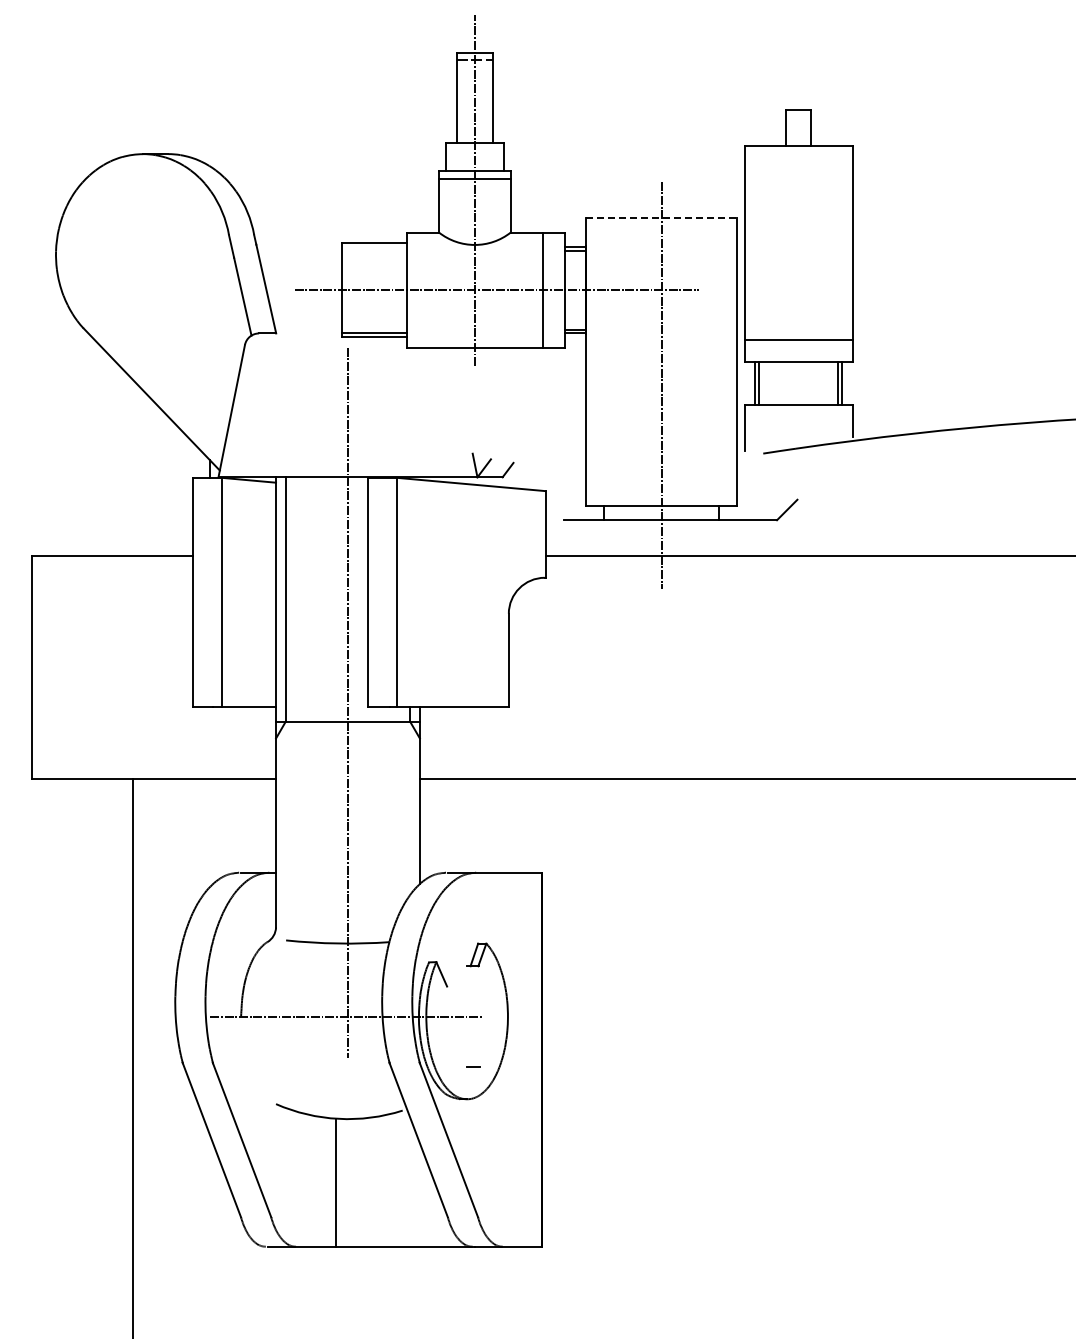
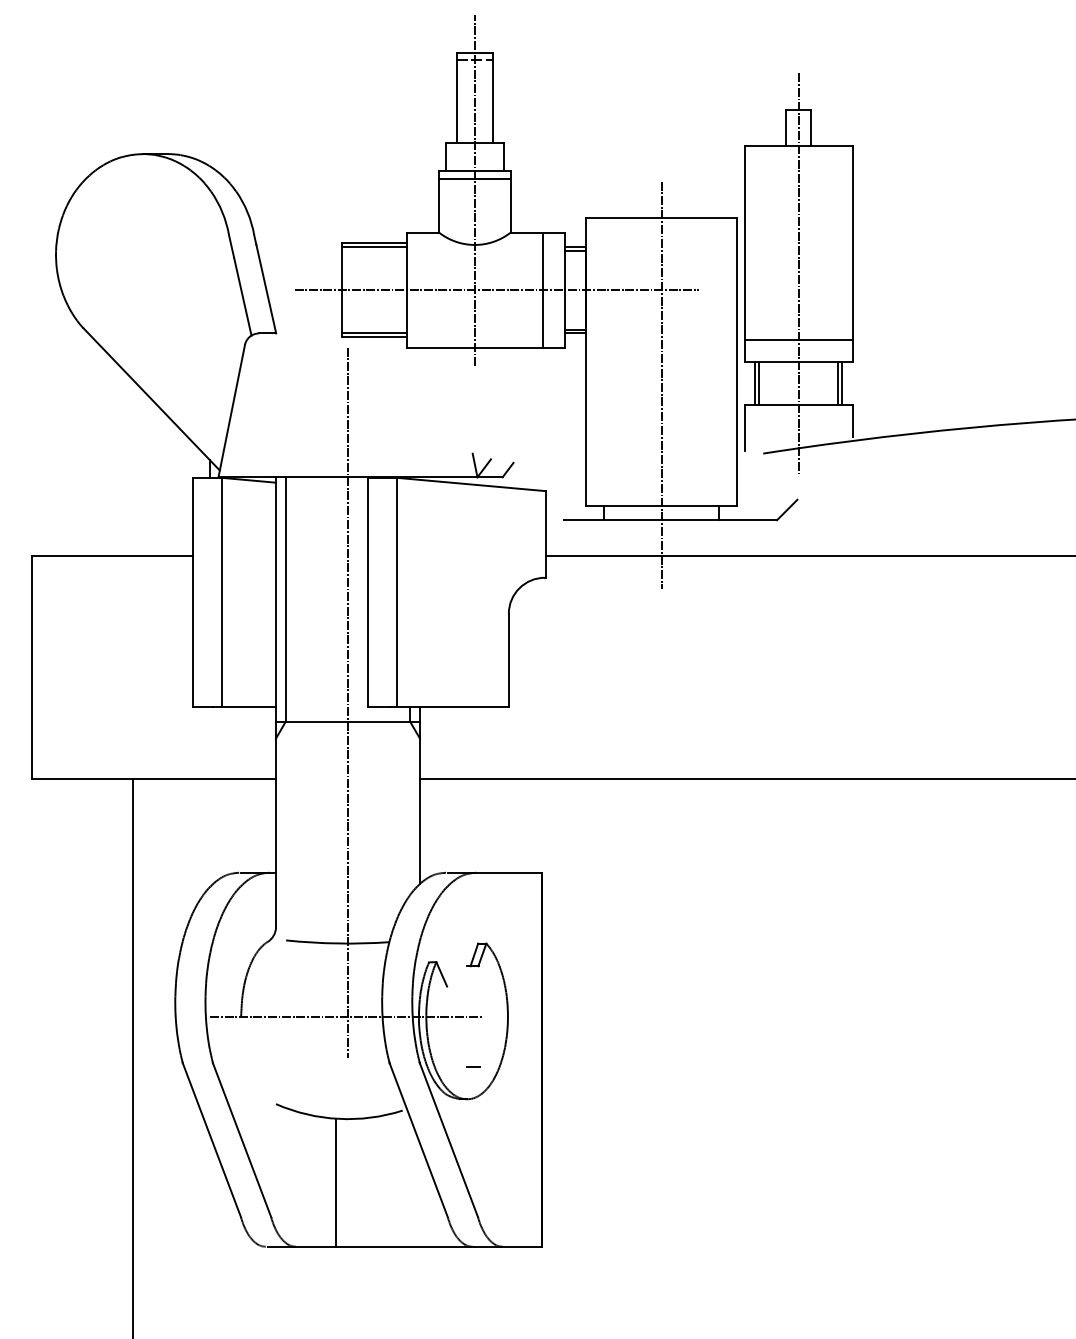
line at (661, 218): dashed -> solid
line at (373, 246): none -> present
line at (798, 273): none -> present
